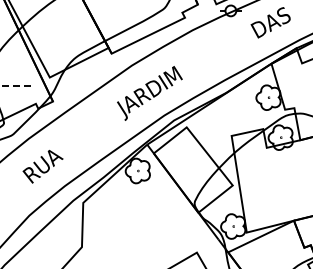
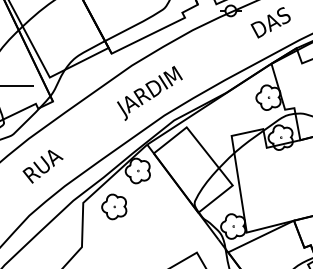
line at (17, 85): dashed -> solid
part at (114, 206): none -> present
